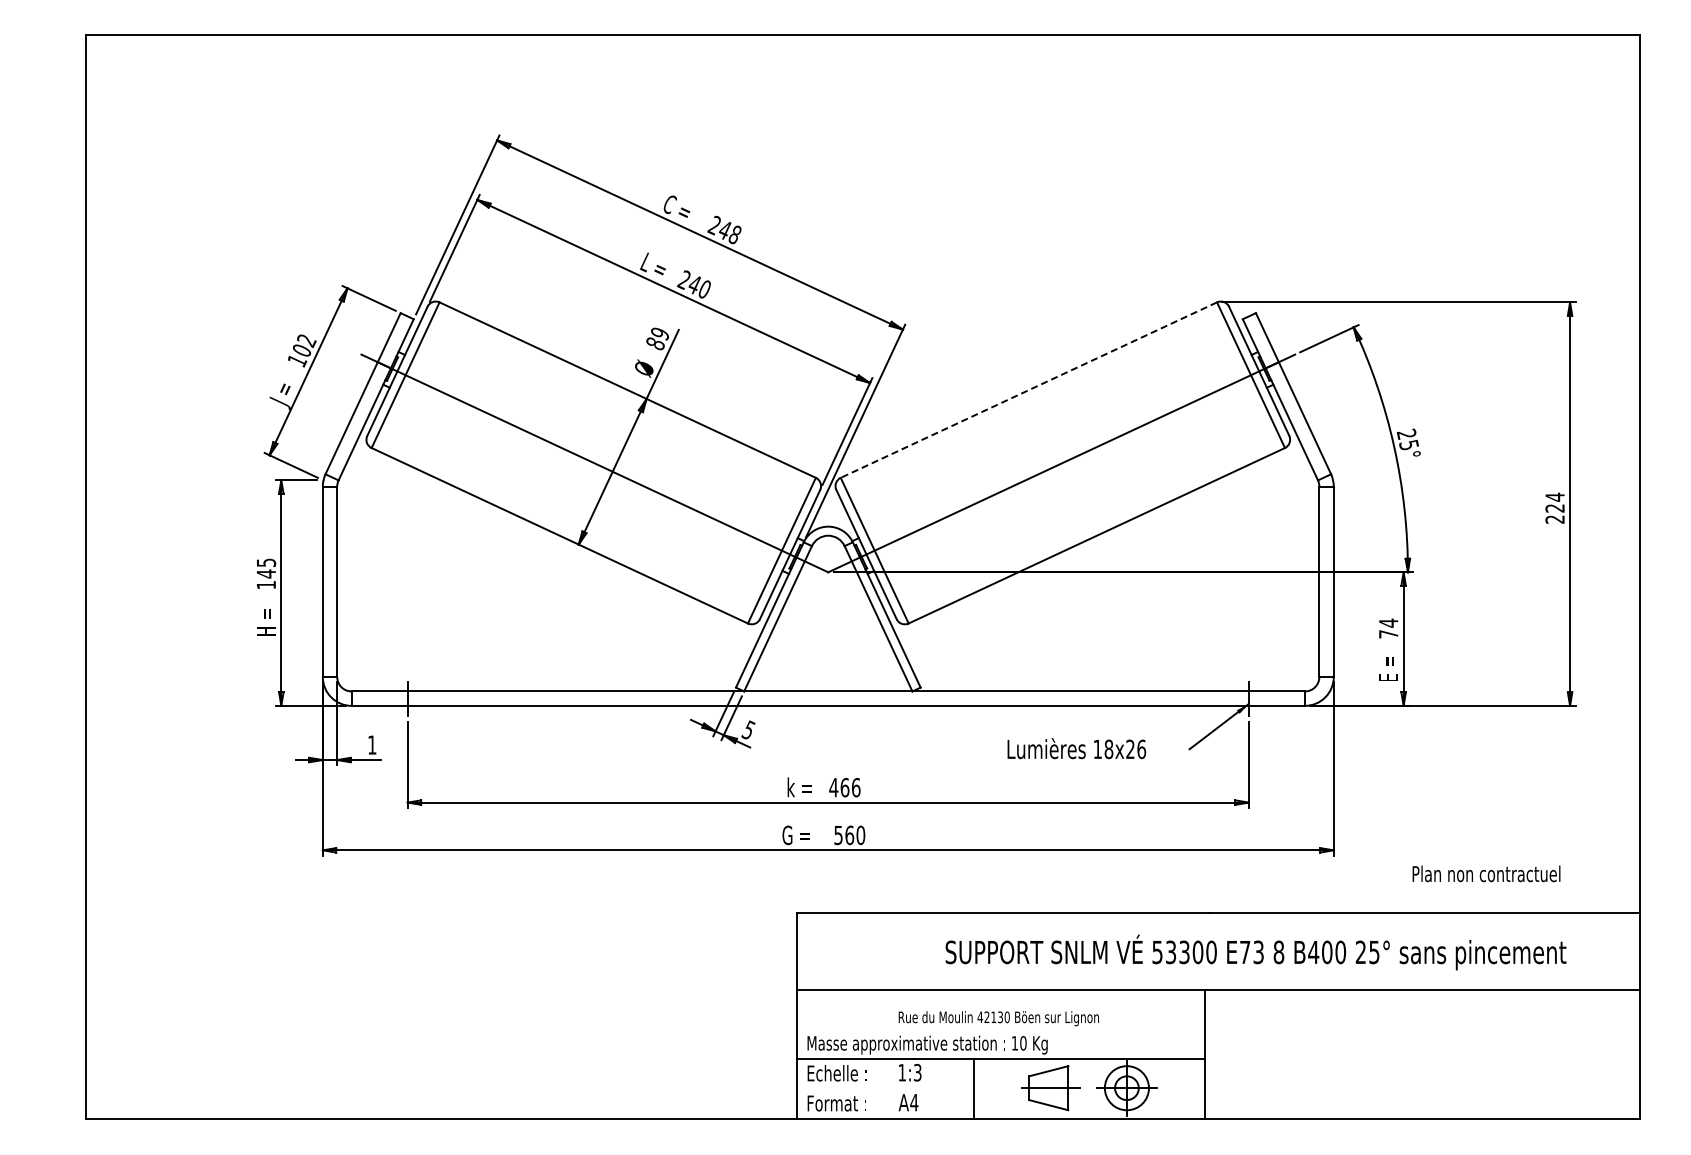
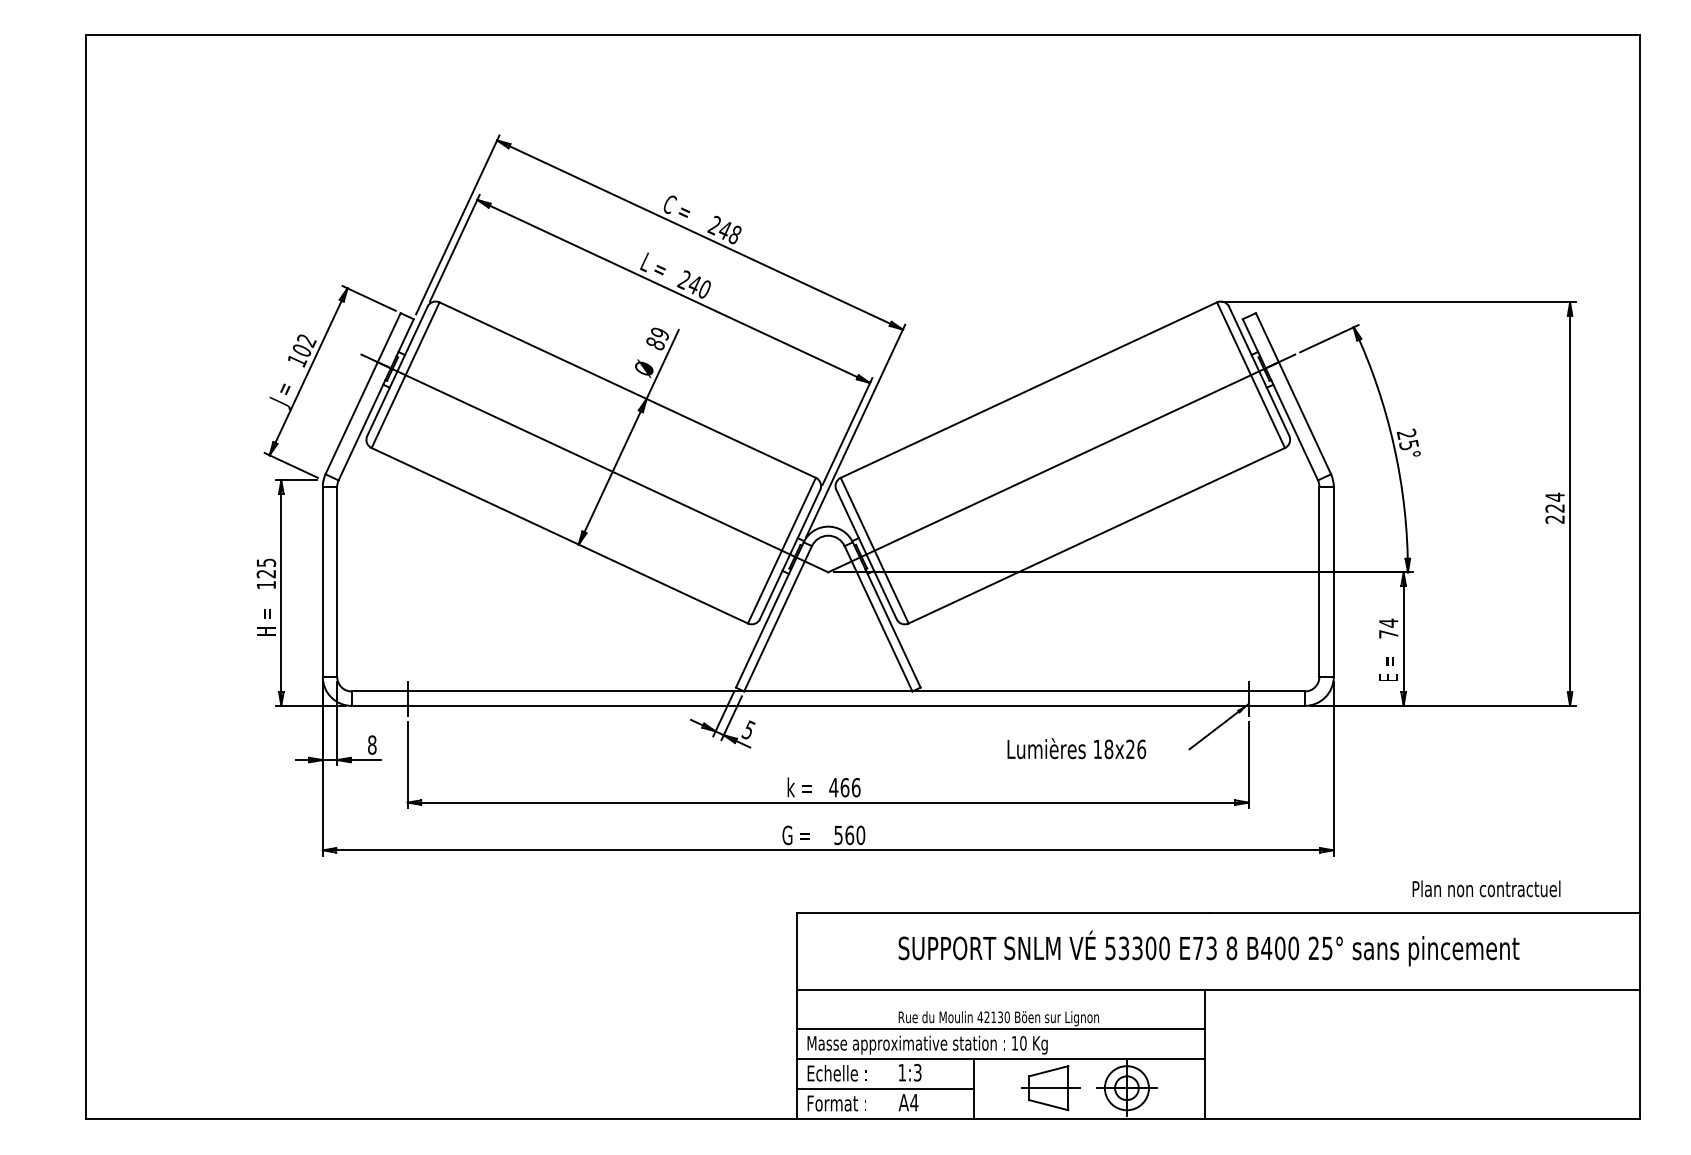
line at (1028, 390): dashed -> solid
text at (265, 573): 145 -> 125
text at (372, 744): 1 -> 8
text at (1486, 873) position: (1486, 873) -> (1486, 888)
text at (1255, 952) position: (1255, 952) -> (1208, 948)
line at (1001, 1029): none -> present
line at (885, 1088): none -> present
